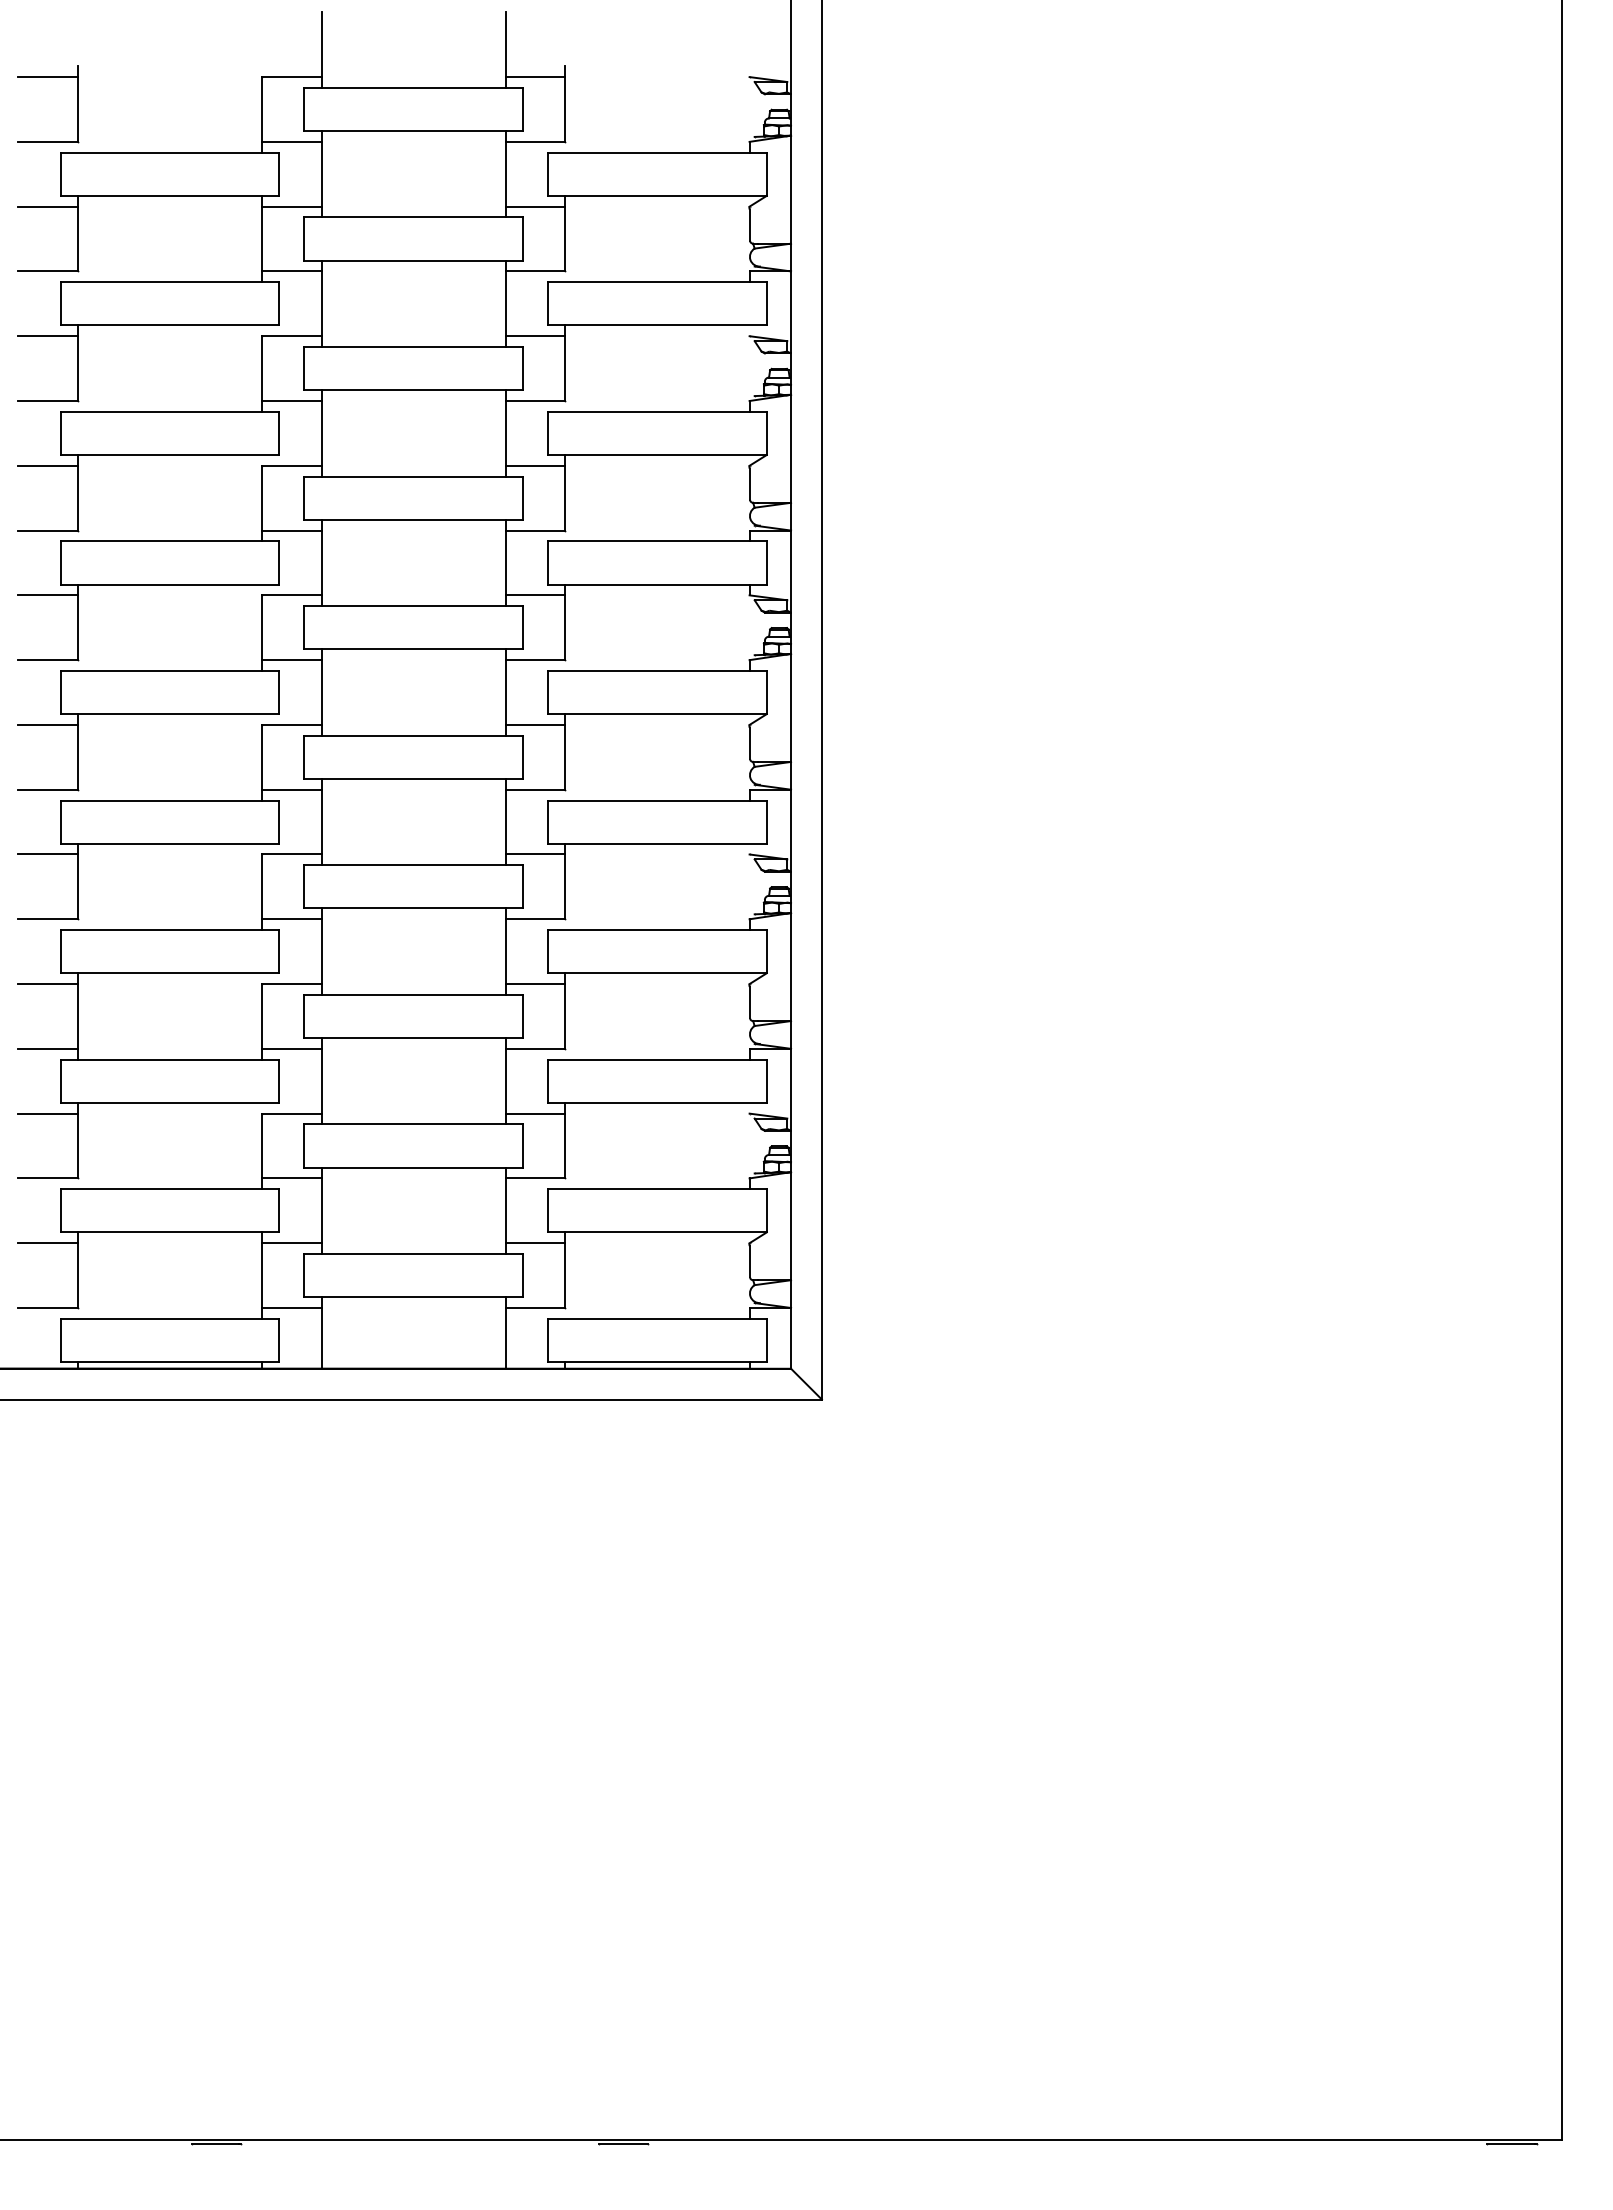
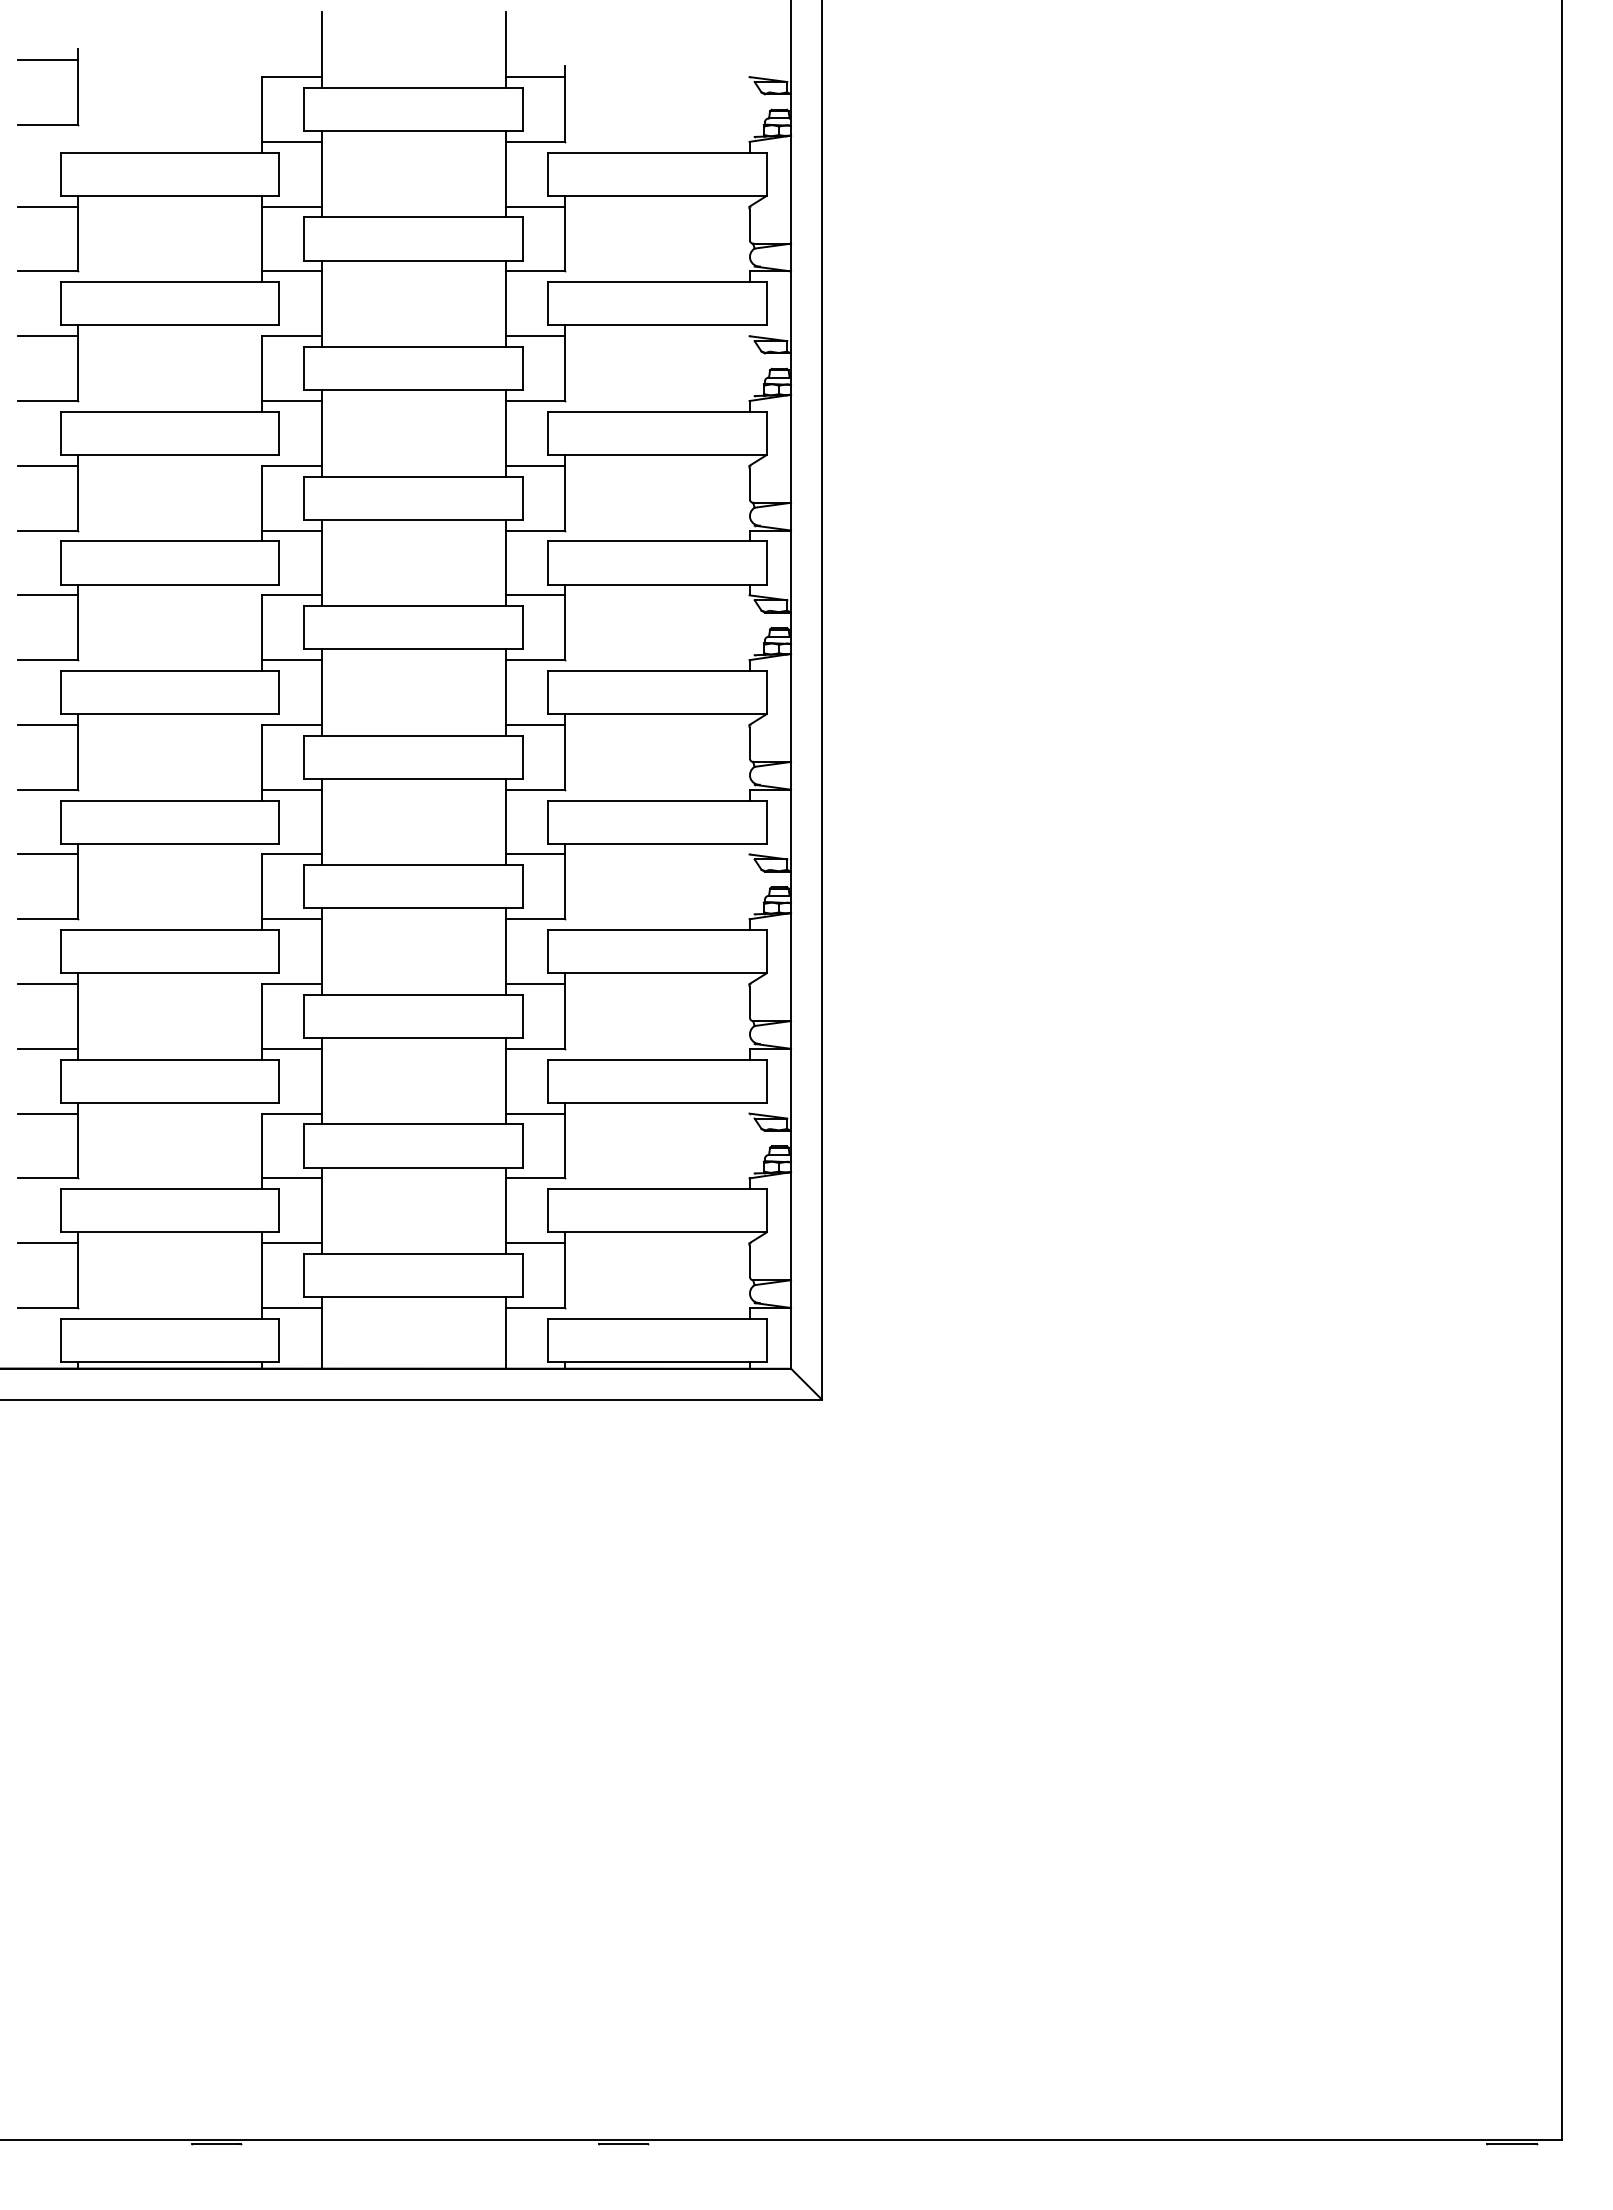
part at (48, 77) position: (48, 77) -> (48, 60)
